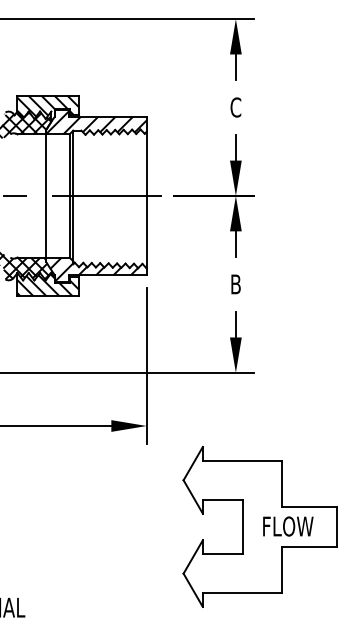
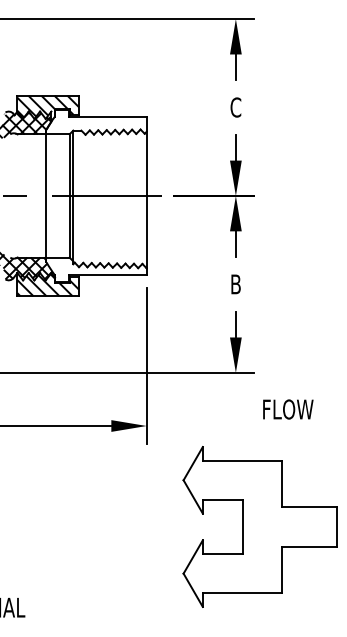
hatch at (96, 122): present -> none
hatch at (94, 269): present -> none
text at (288, 526) position: (288, 526) -> (288, 409)
